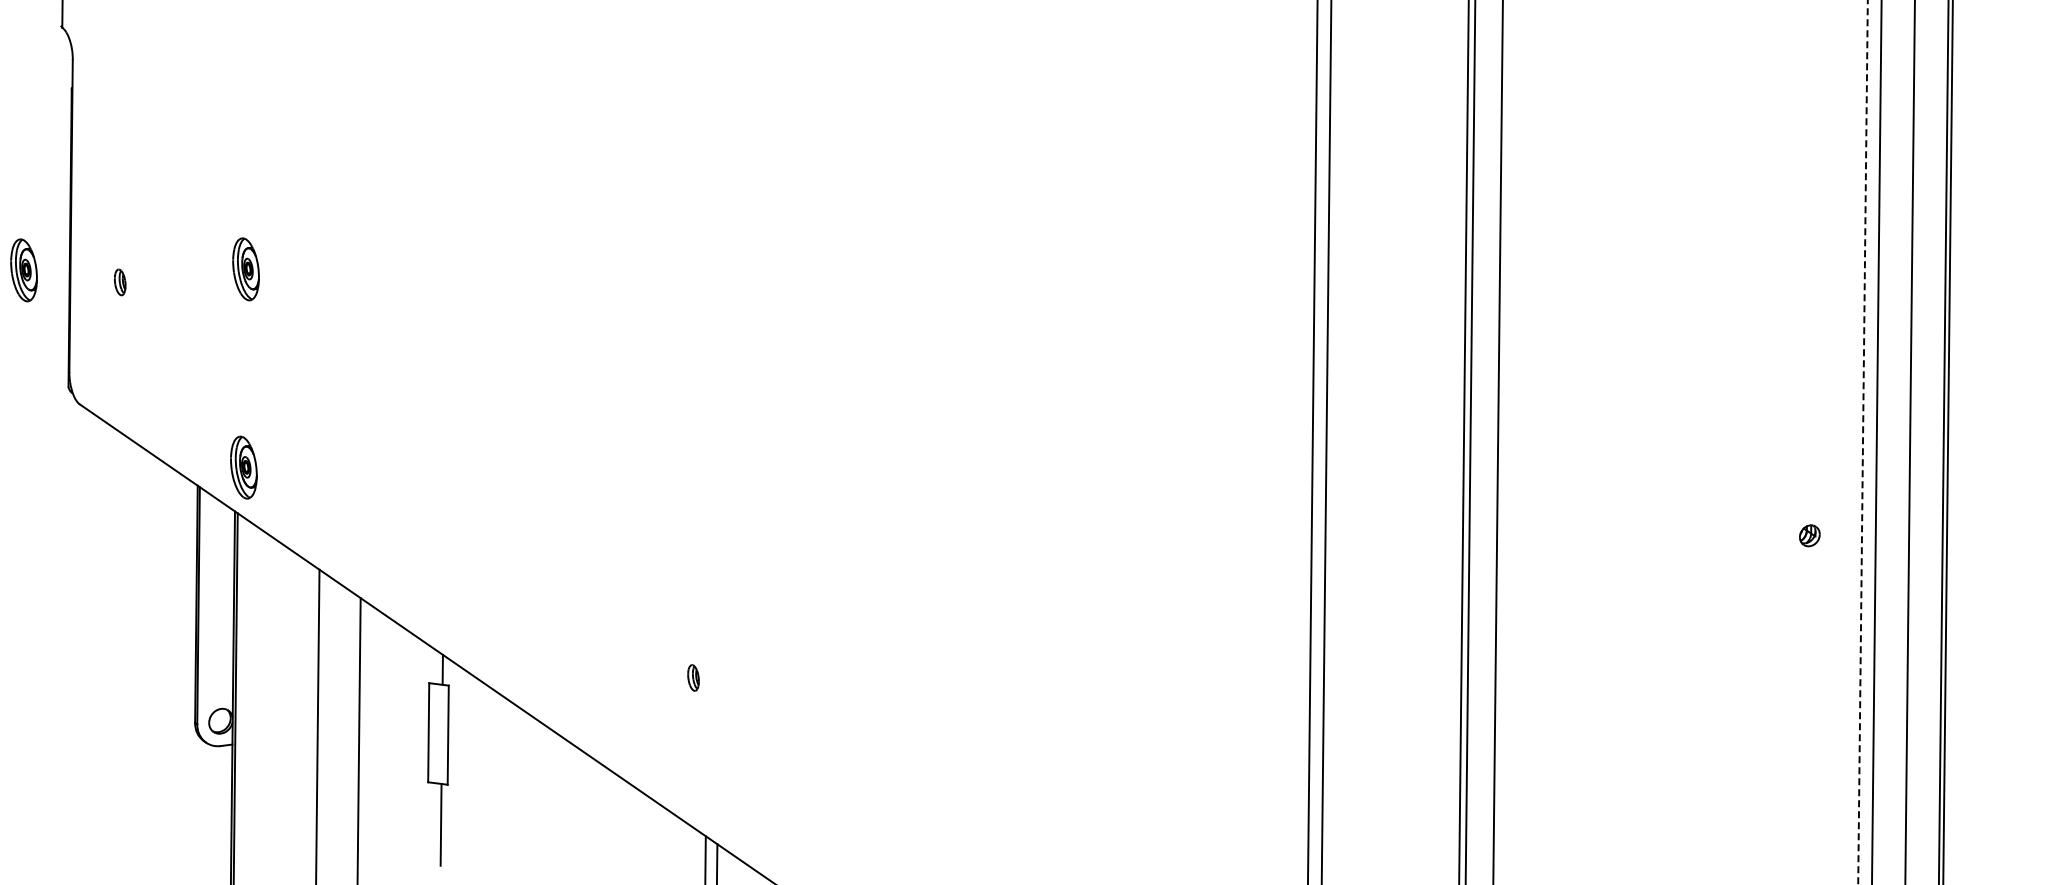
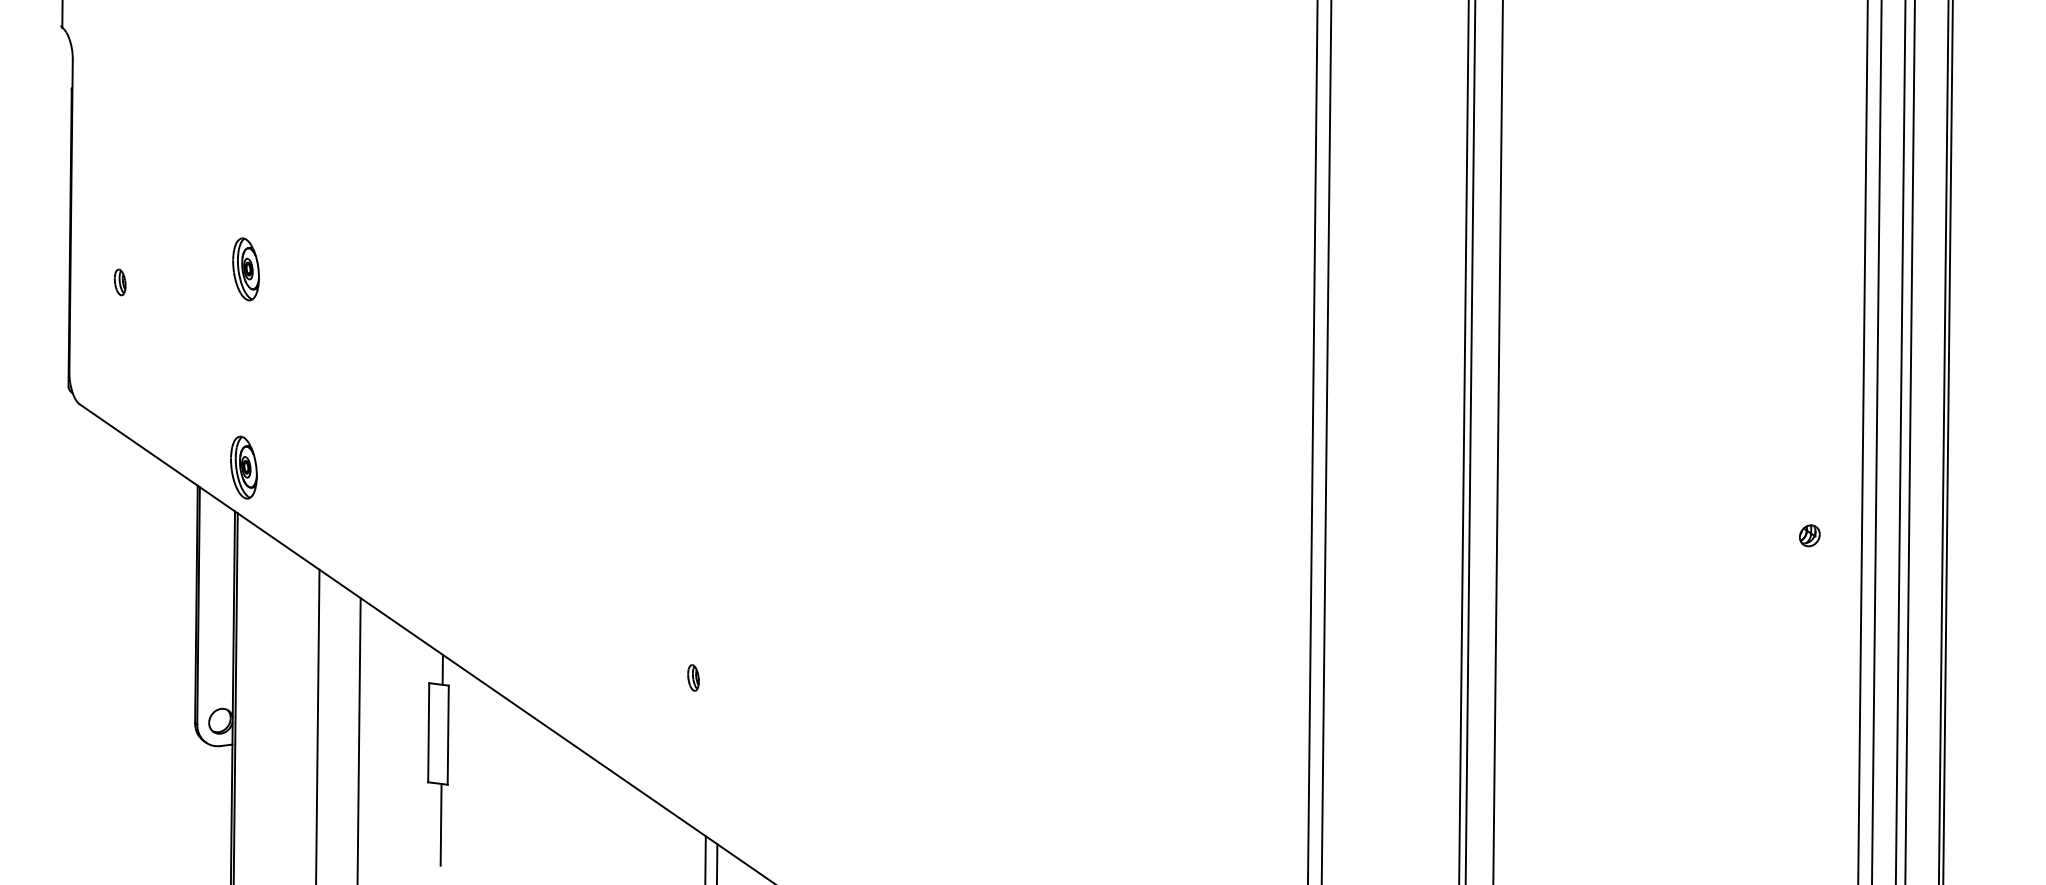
part at (23, 270): present -> none
line at (1900, 441): none -> present
line at (1863, 442): dashed -> solid
